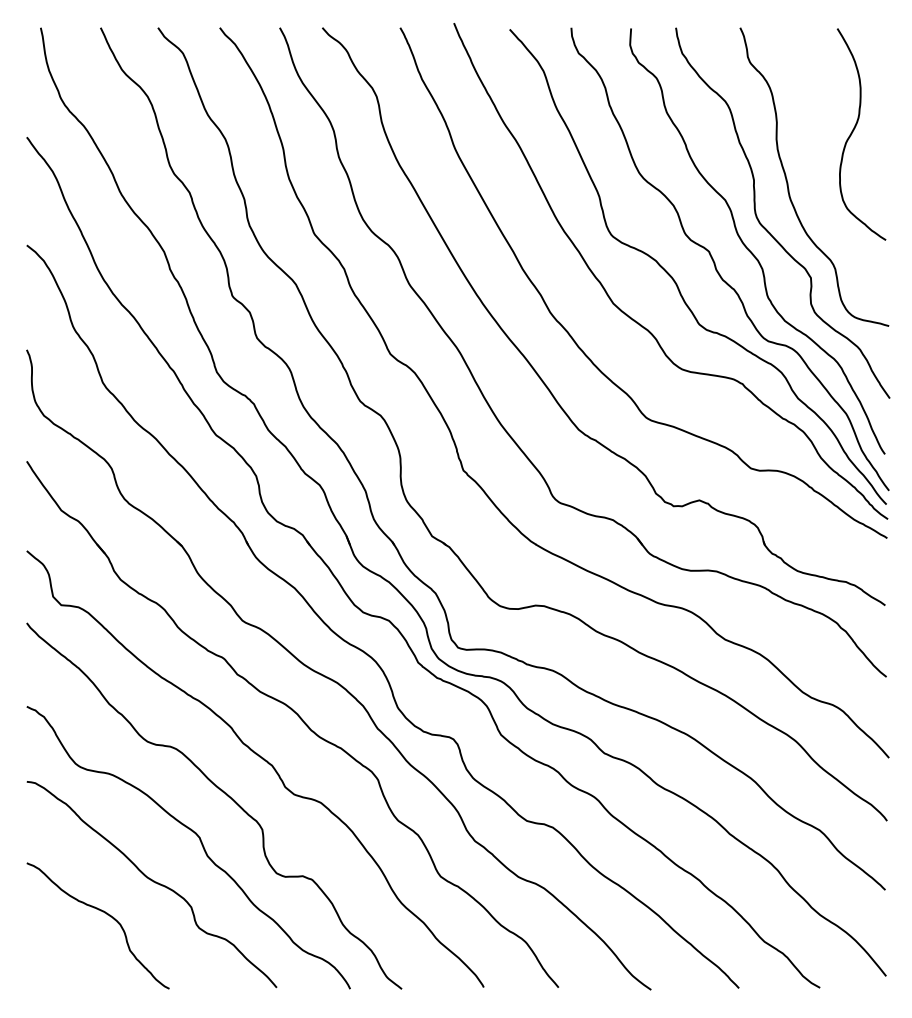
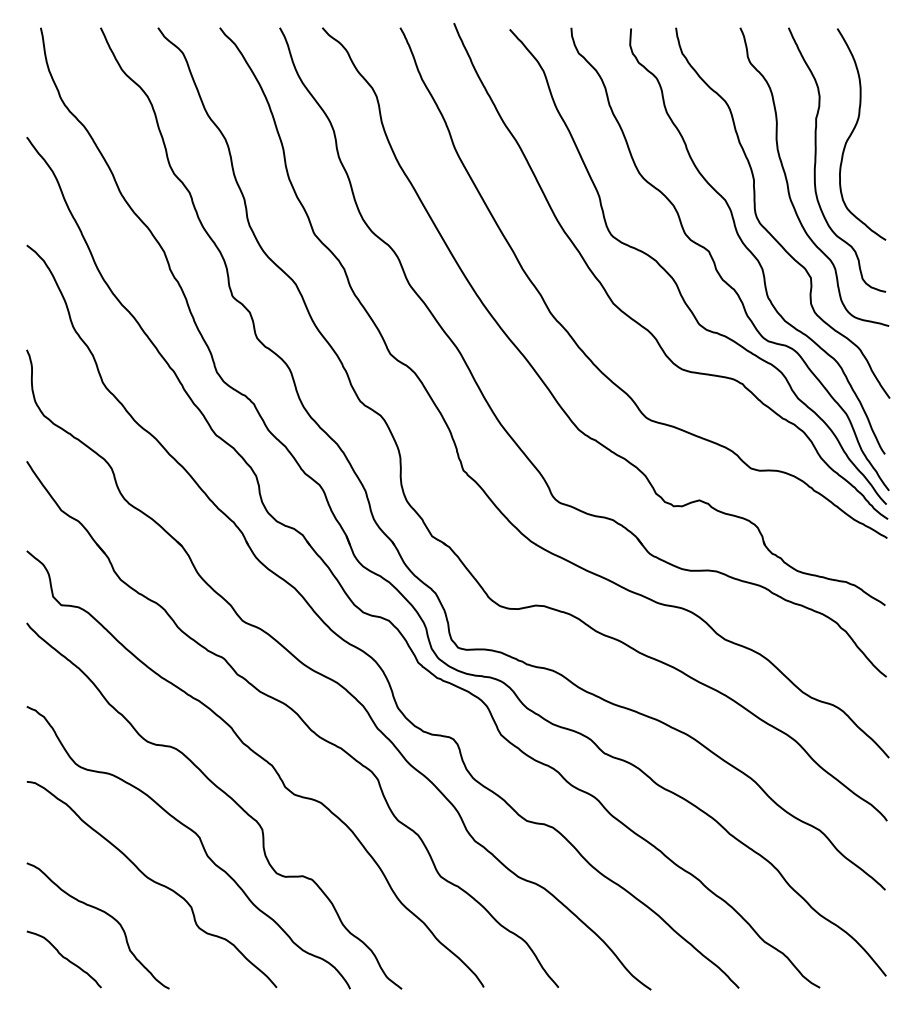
curve at (816, 159): none -> present
curve at (63, 958): none -> present
